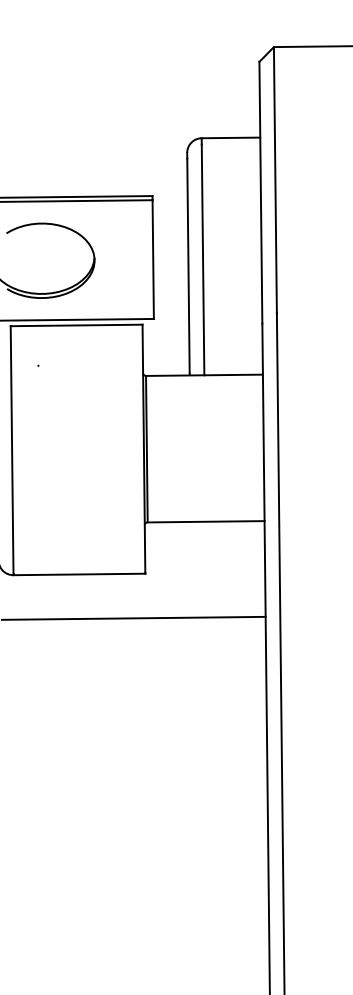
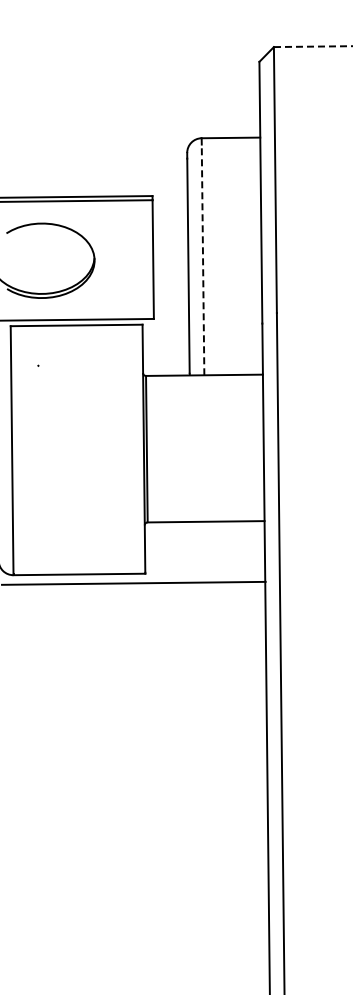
line at (312, 46): solid -> dashed
line at (203, 259): solid -> dashed
line at (134, 617) position: (134, 617) -> (134, 582)
